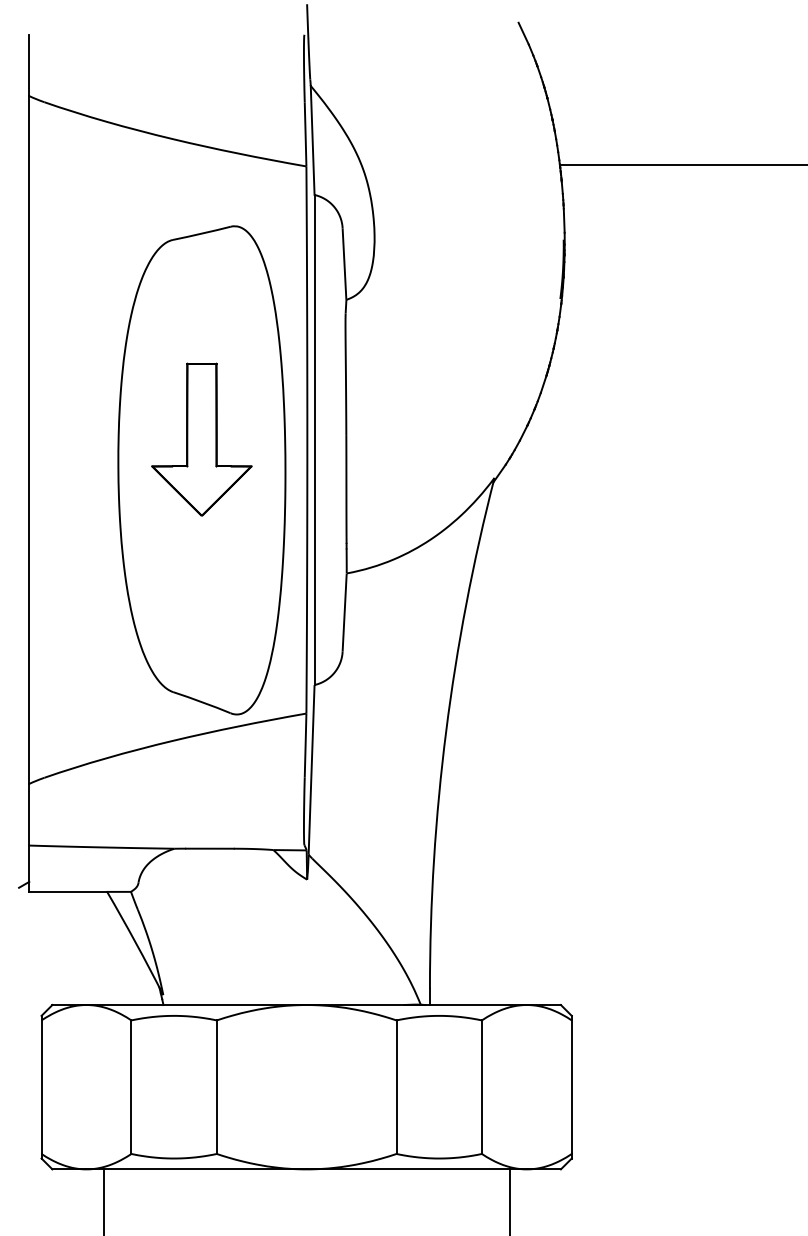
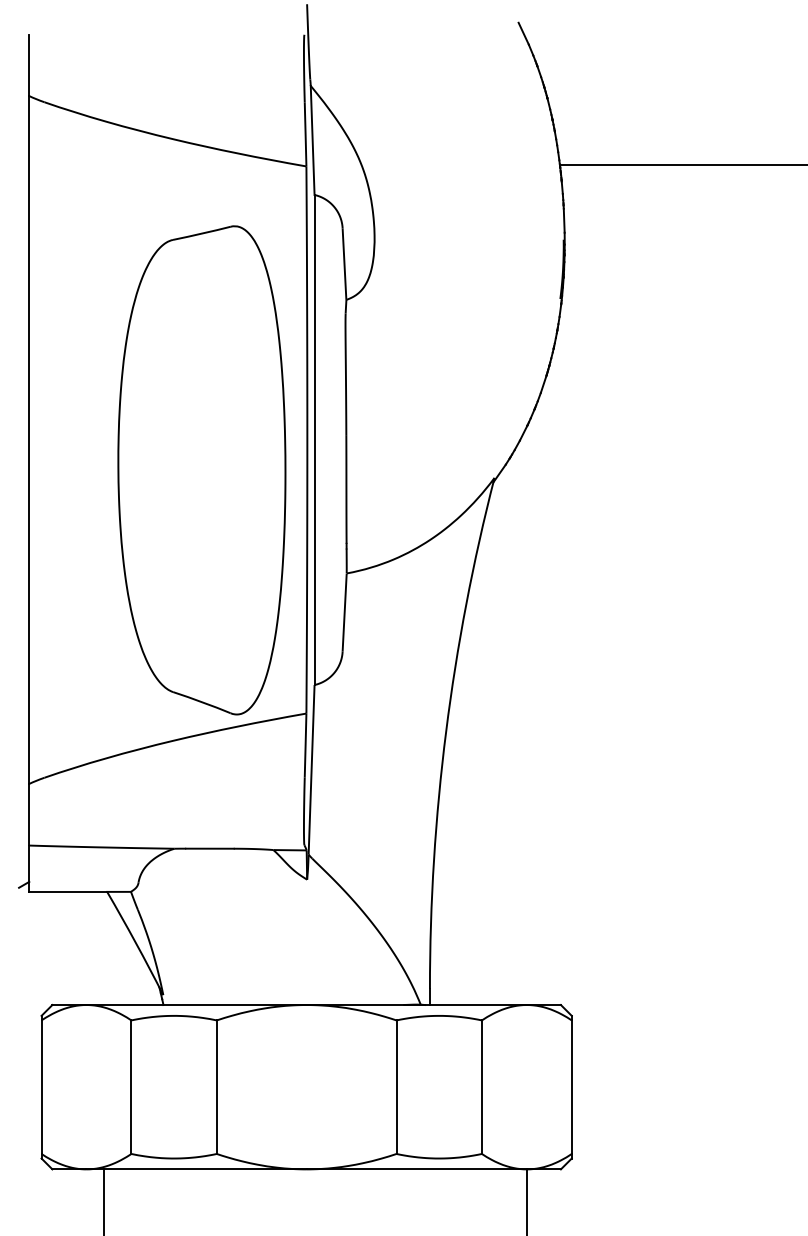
part at (201, 439): present -> none
line at (509, 1200) position: (509, 1200) -> (526, 1200)
